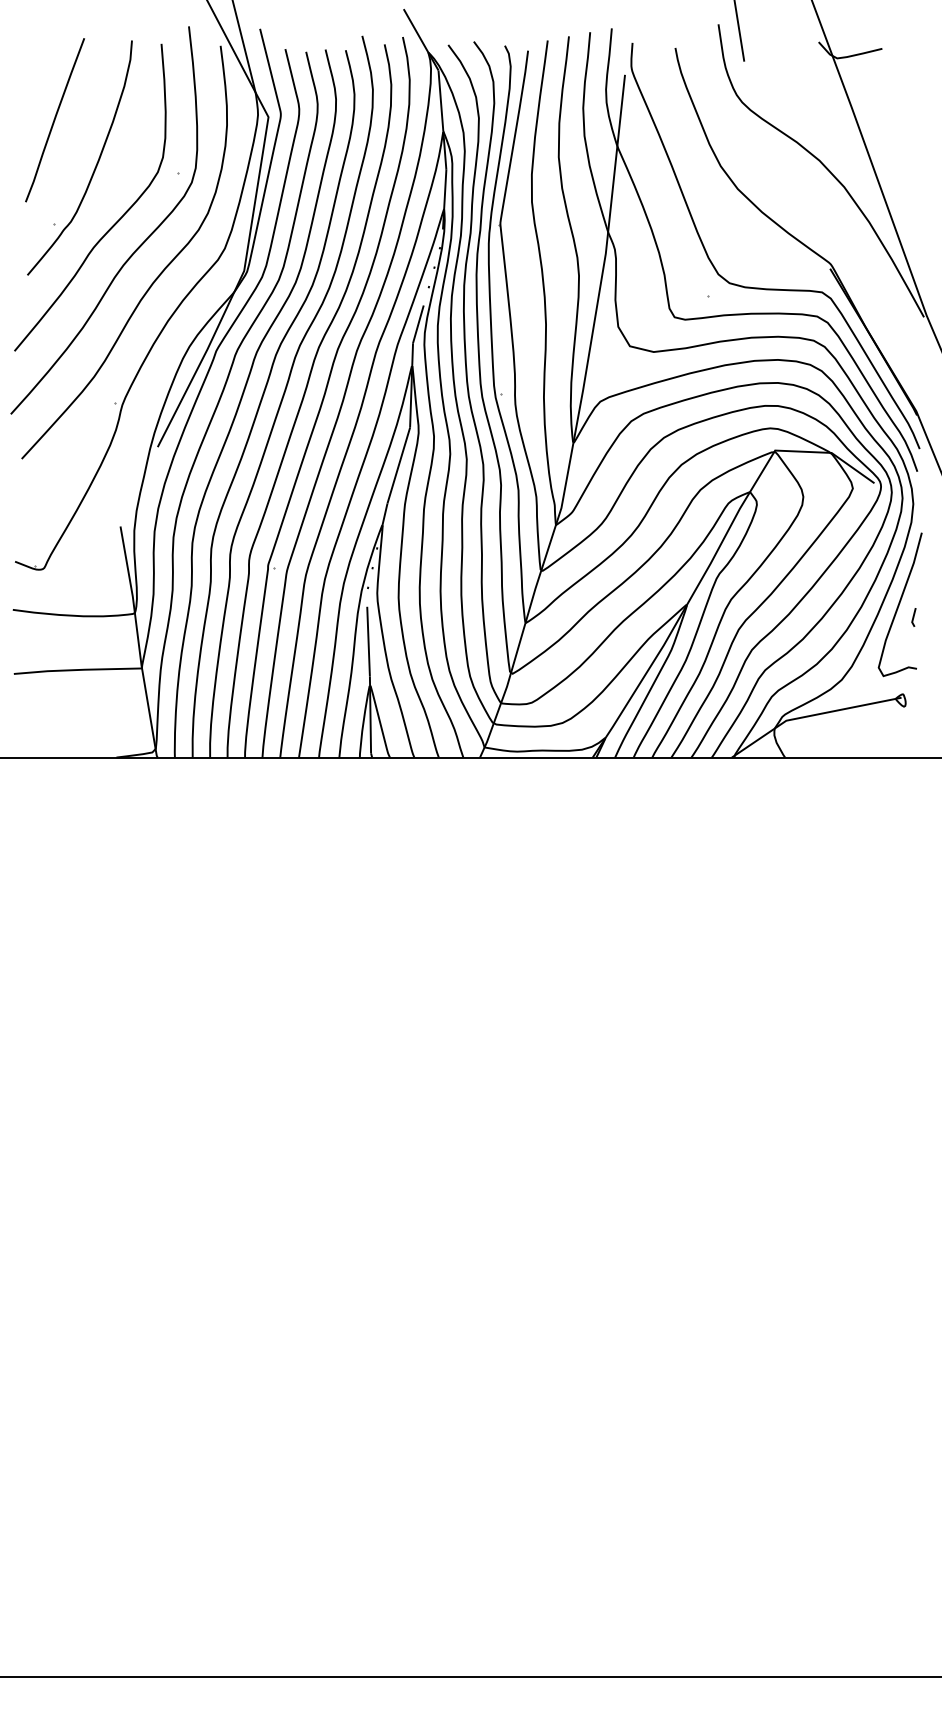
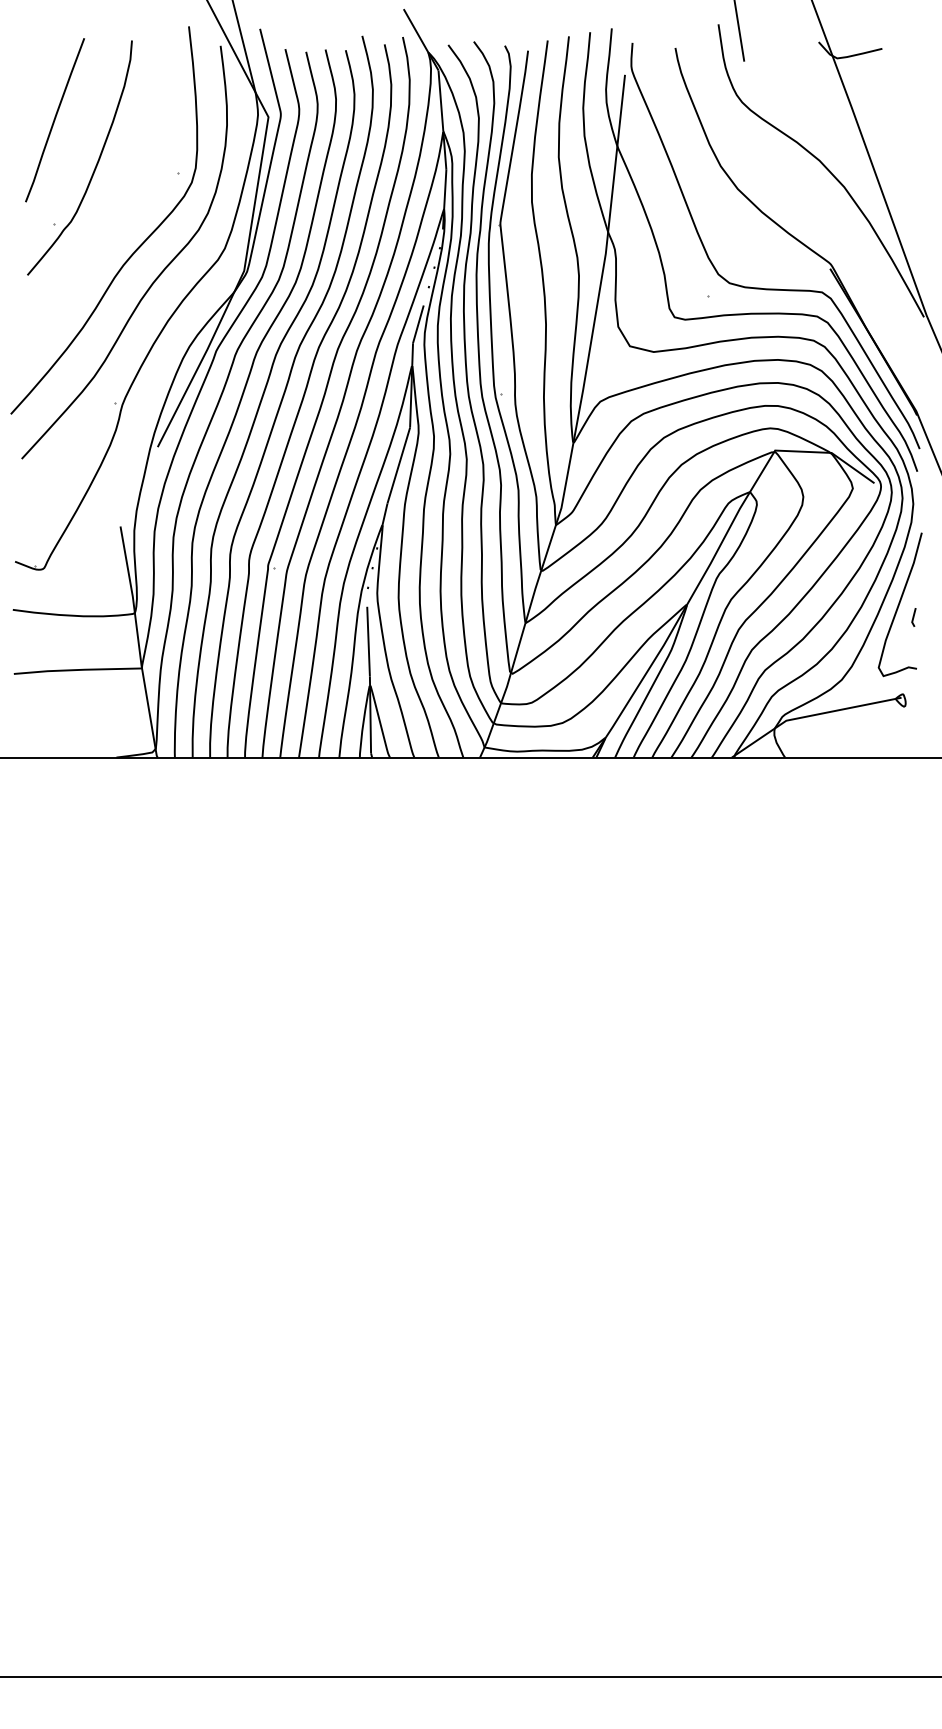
curve at (115, 222): present -> none
